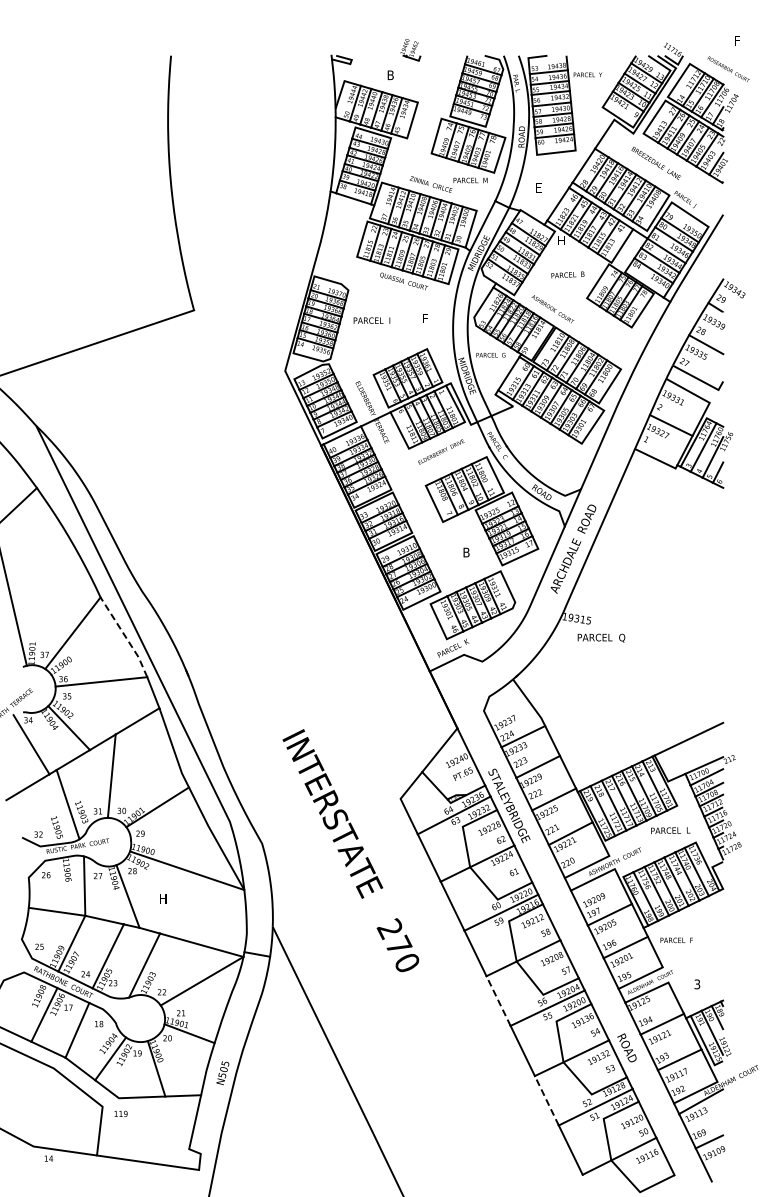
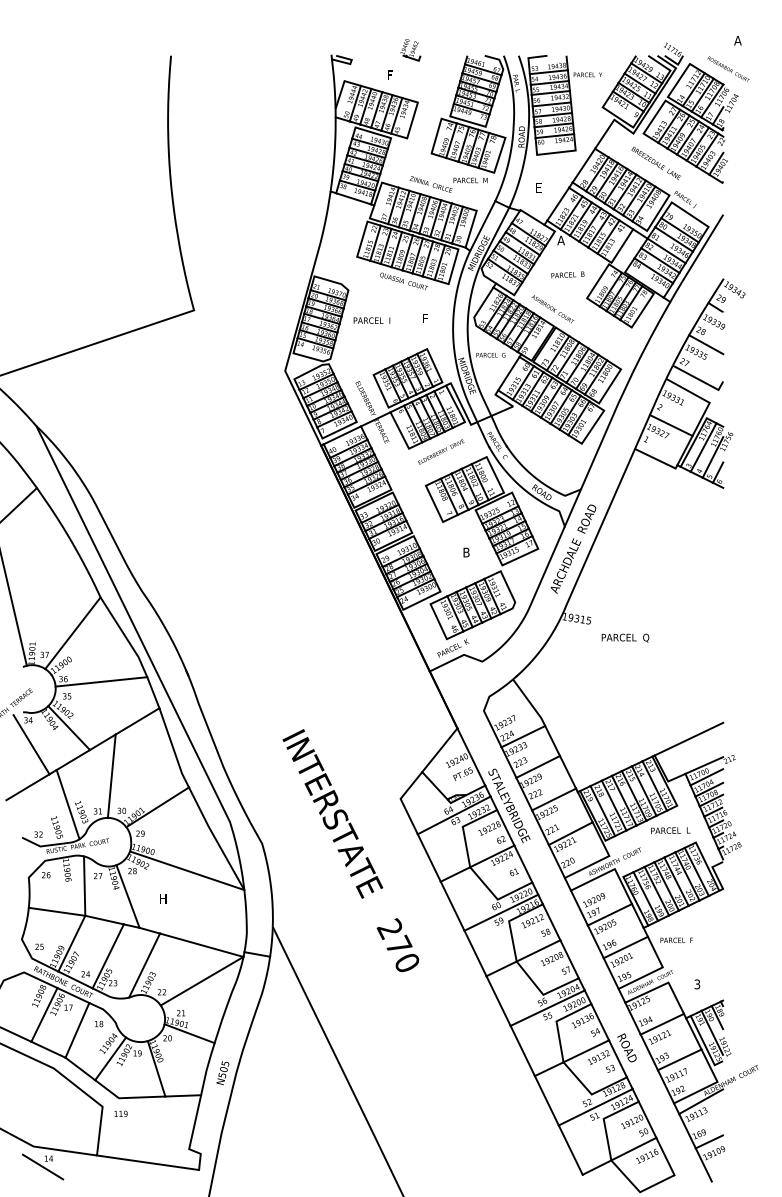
text at (737, 40): F -> A
text at (390, 75): B -> F
text at (560, 240): H -> A
line at (125, 637): dashed -> solid
text at (601, 637) position: (601, 637) -> (625, 637)
line at (498, 1001): dashed -> solid
line at (546, 1100): dashed -> solid
line at (42, 1166): none -> present
